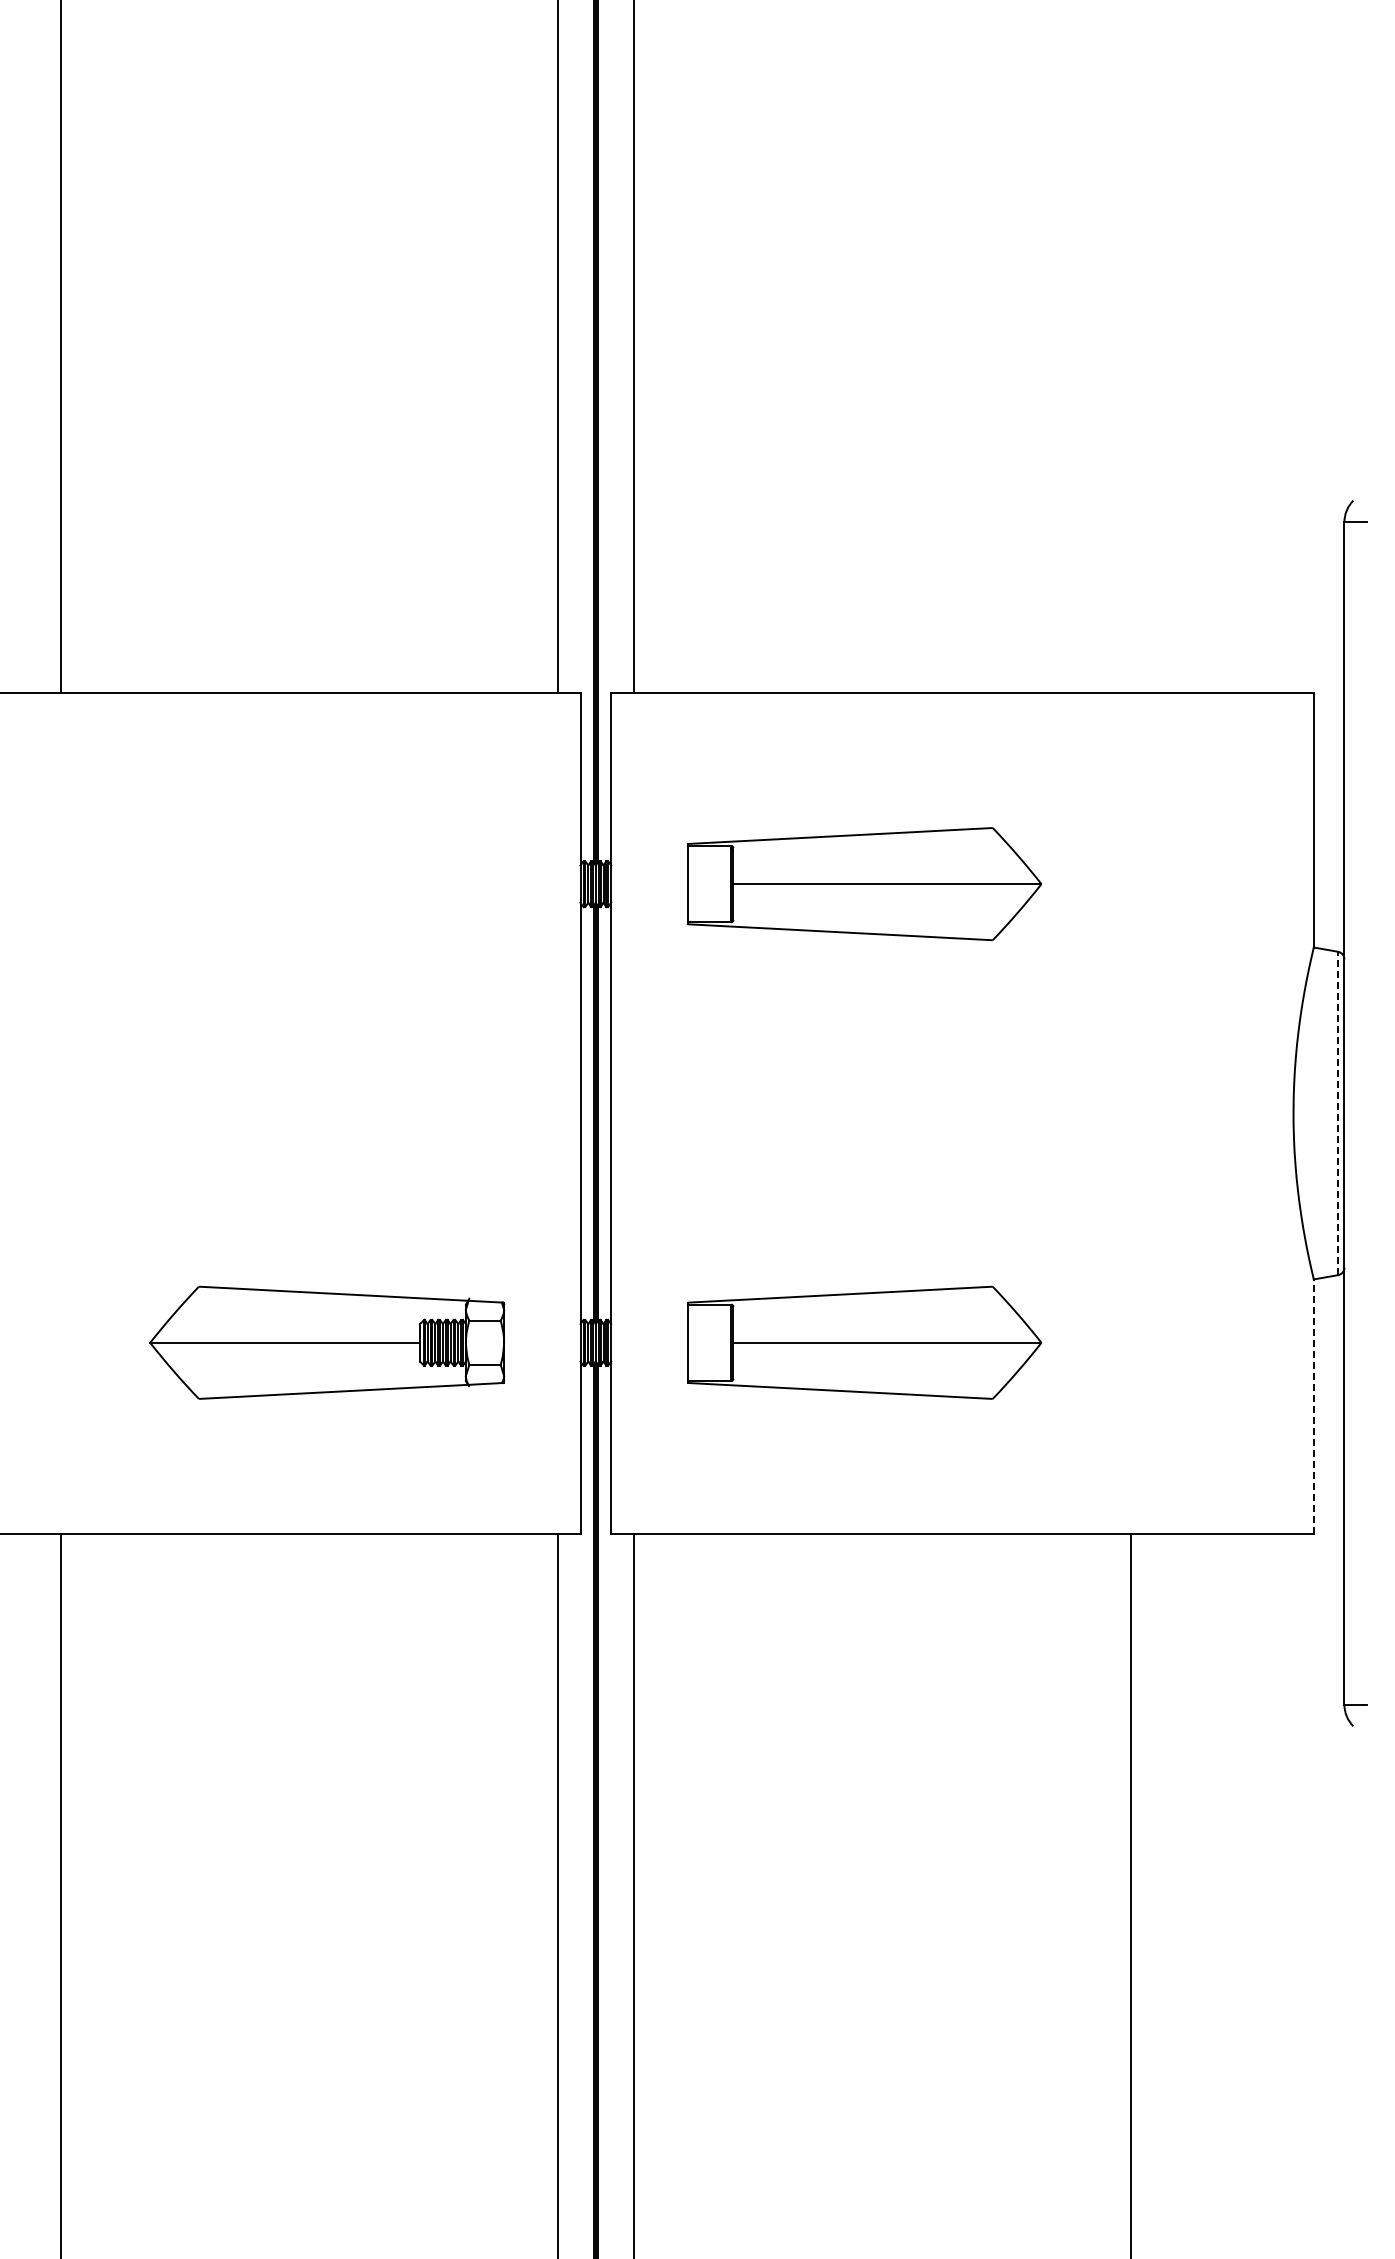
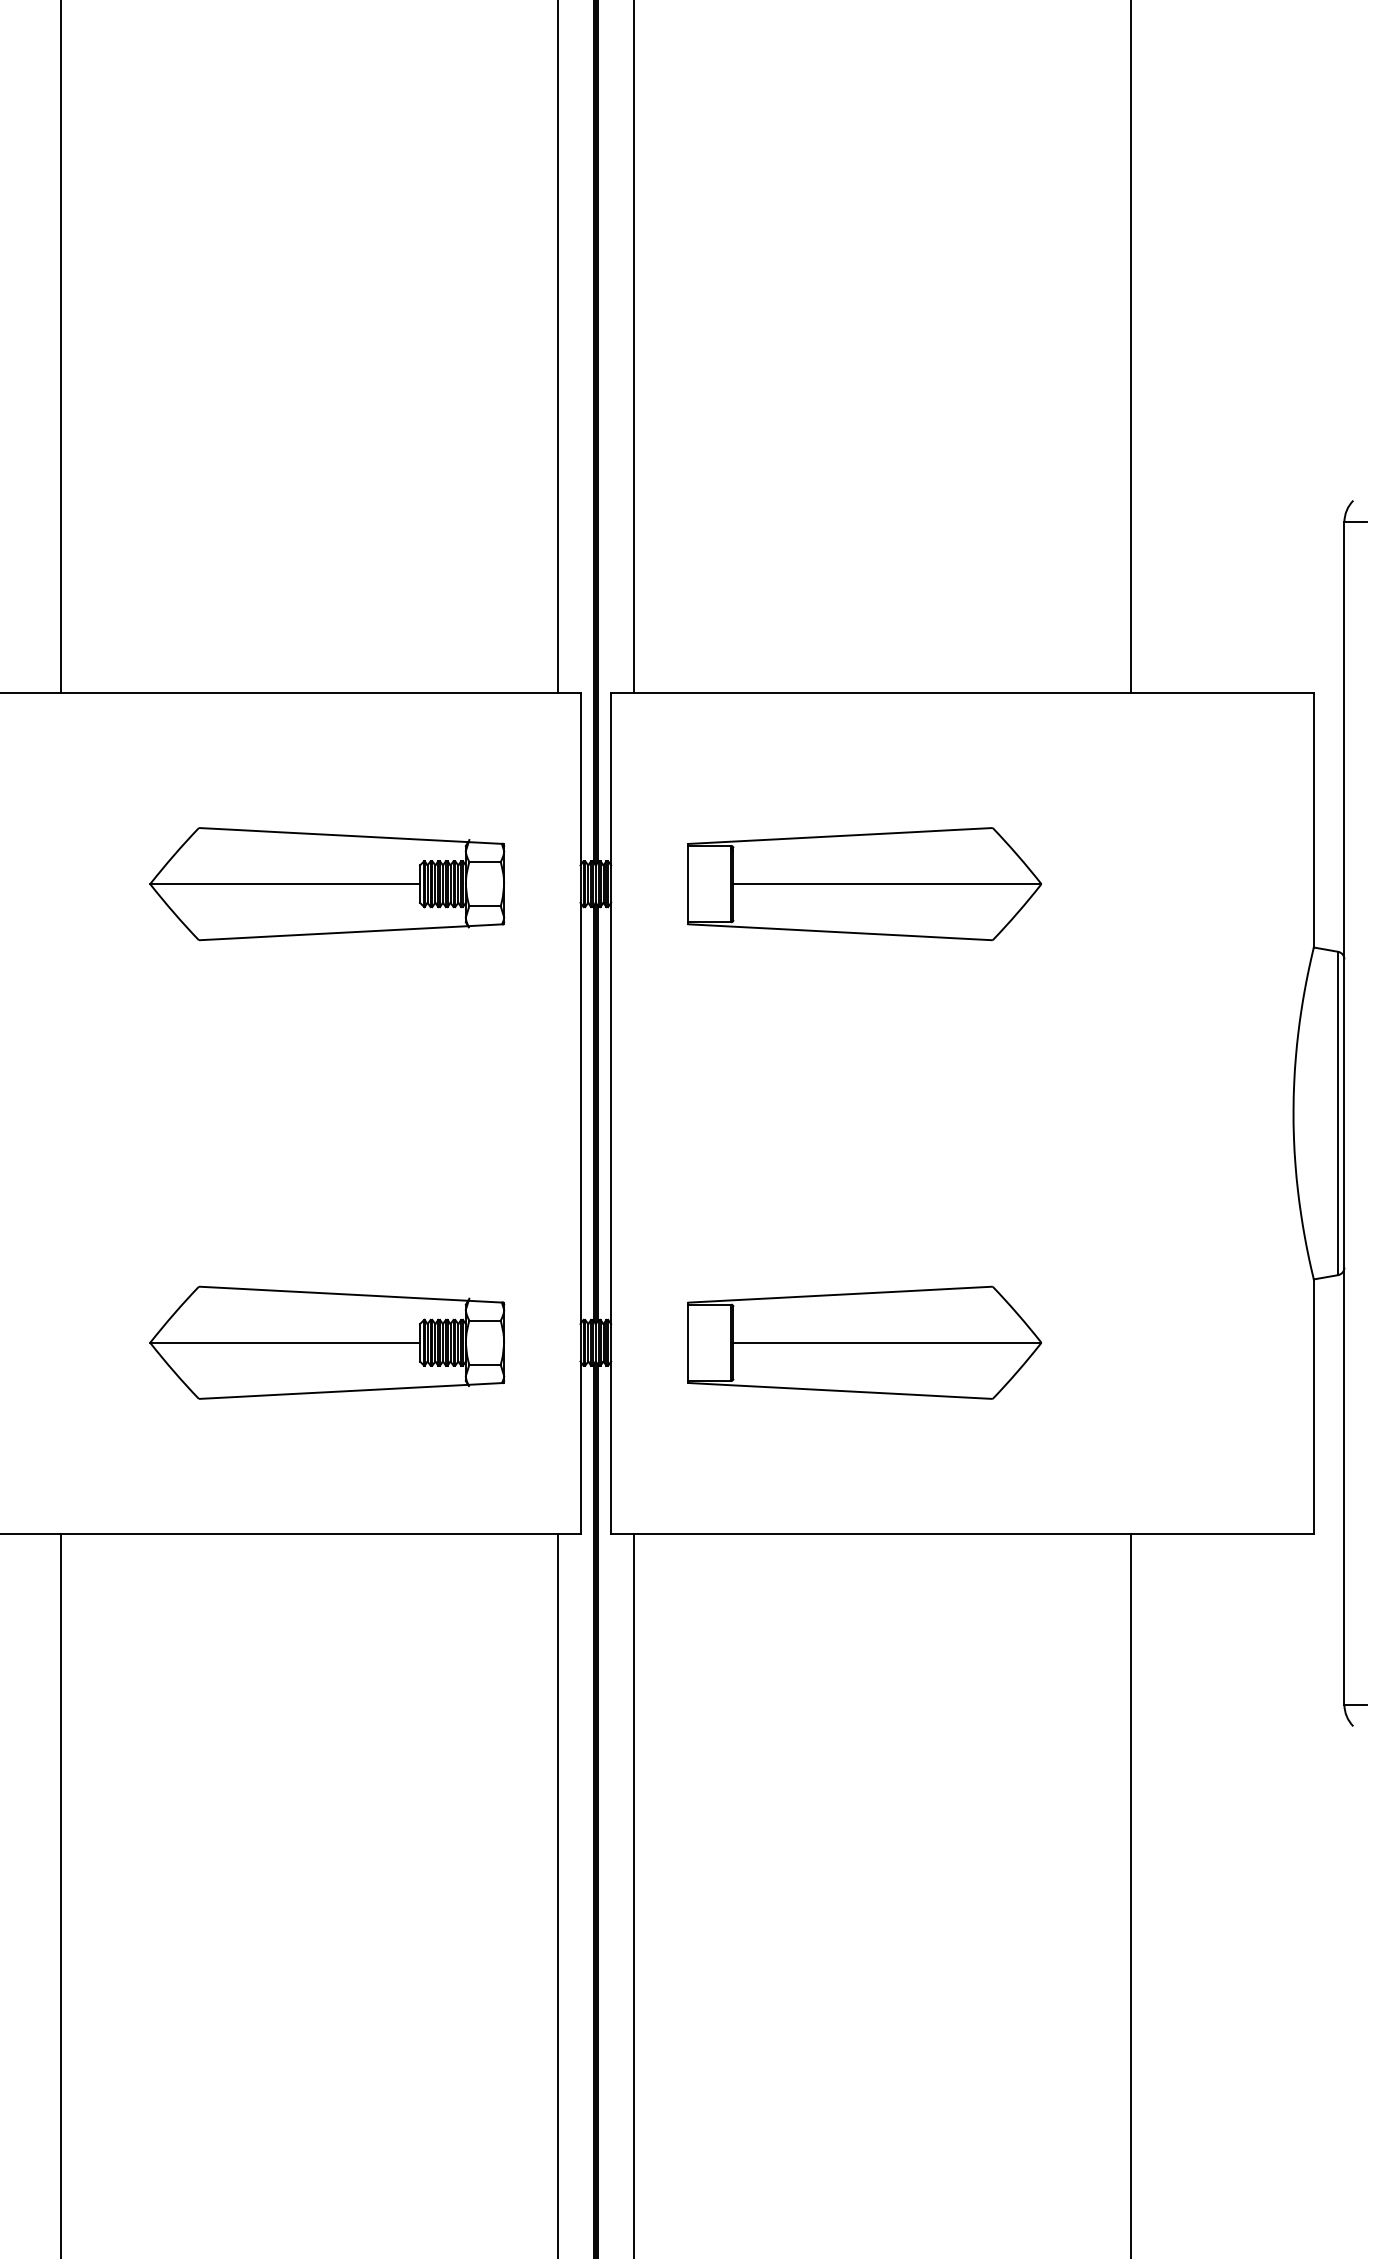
line at (1130, 347): none -> present
part at (327, 884): none -> present
line at (1338, 1113): dashed -> solid
line at (1313, 1406): dashed -> solid
